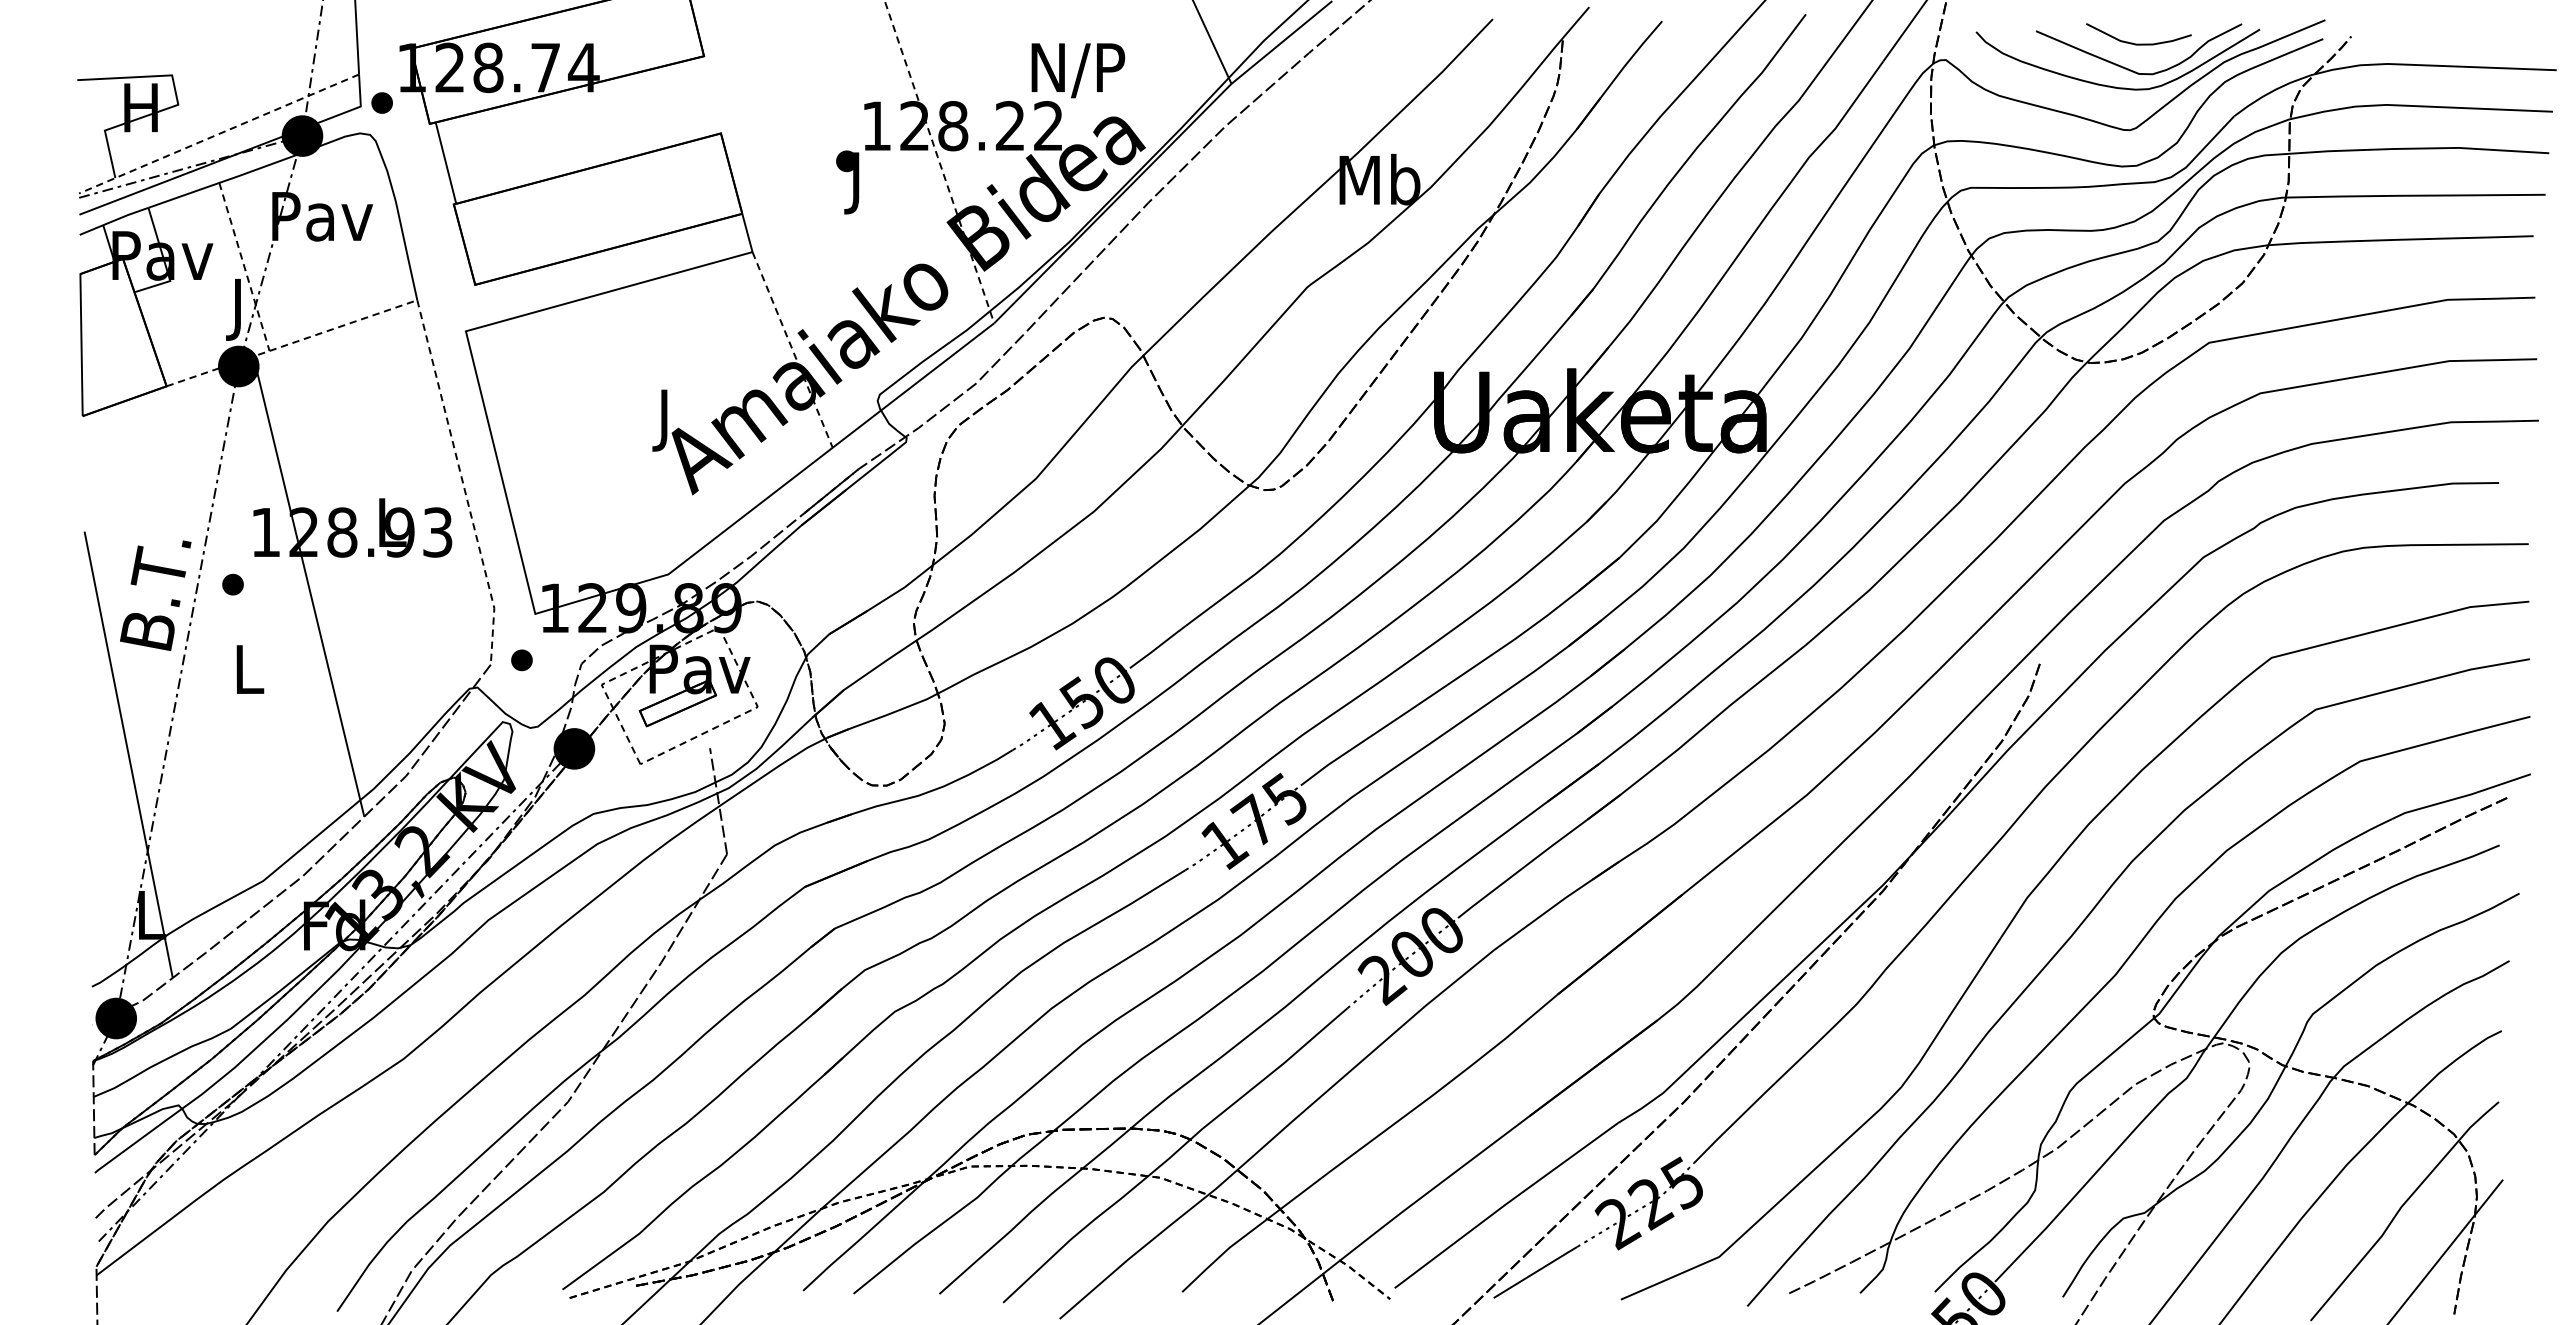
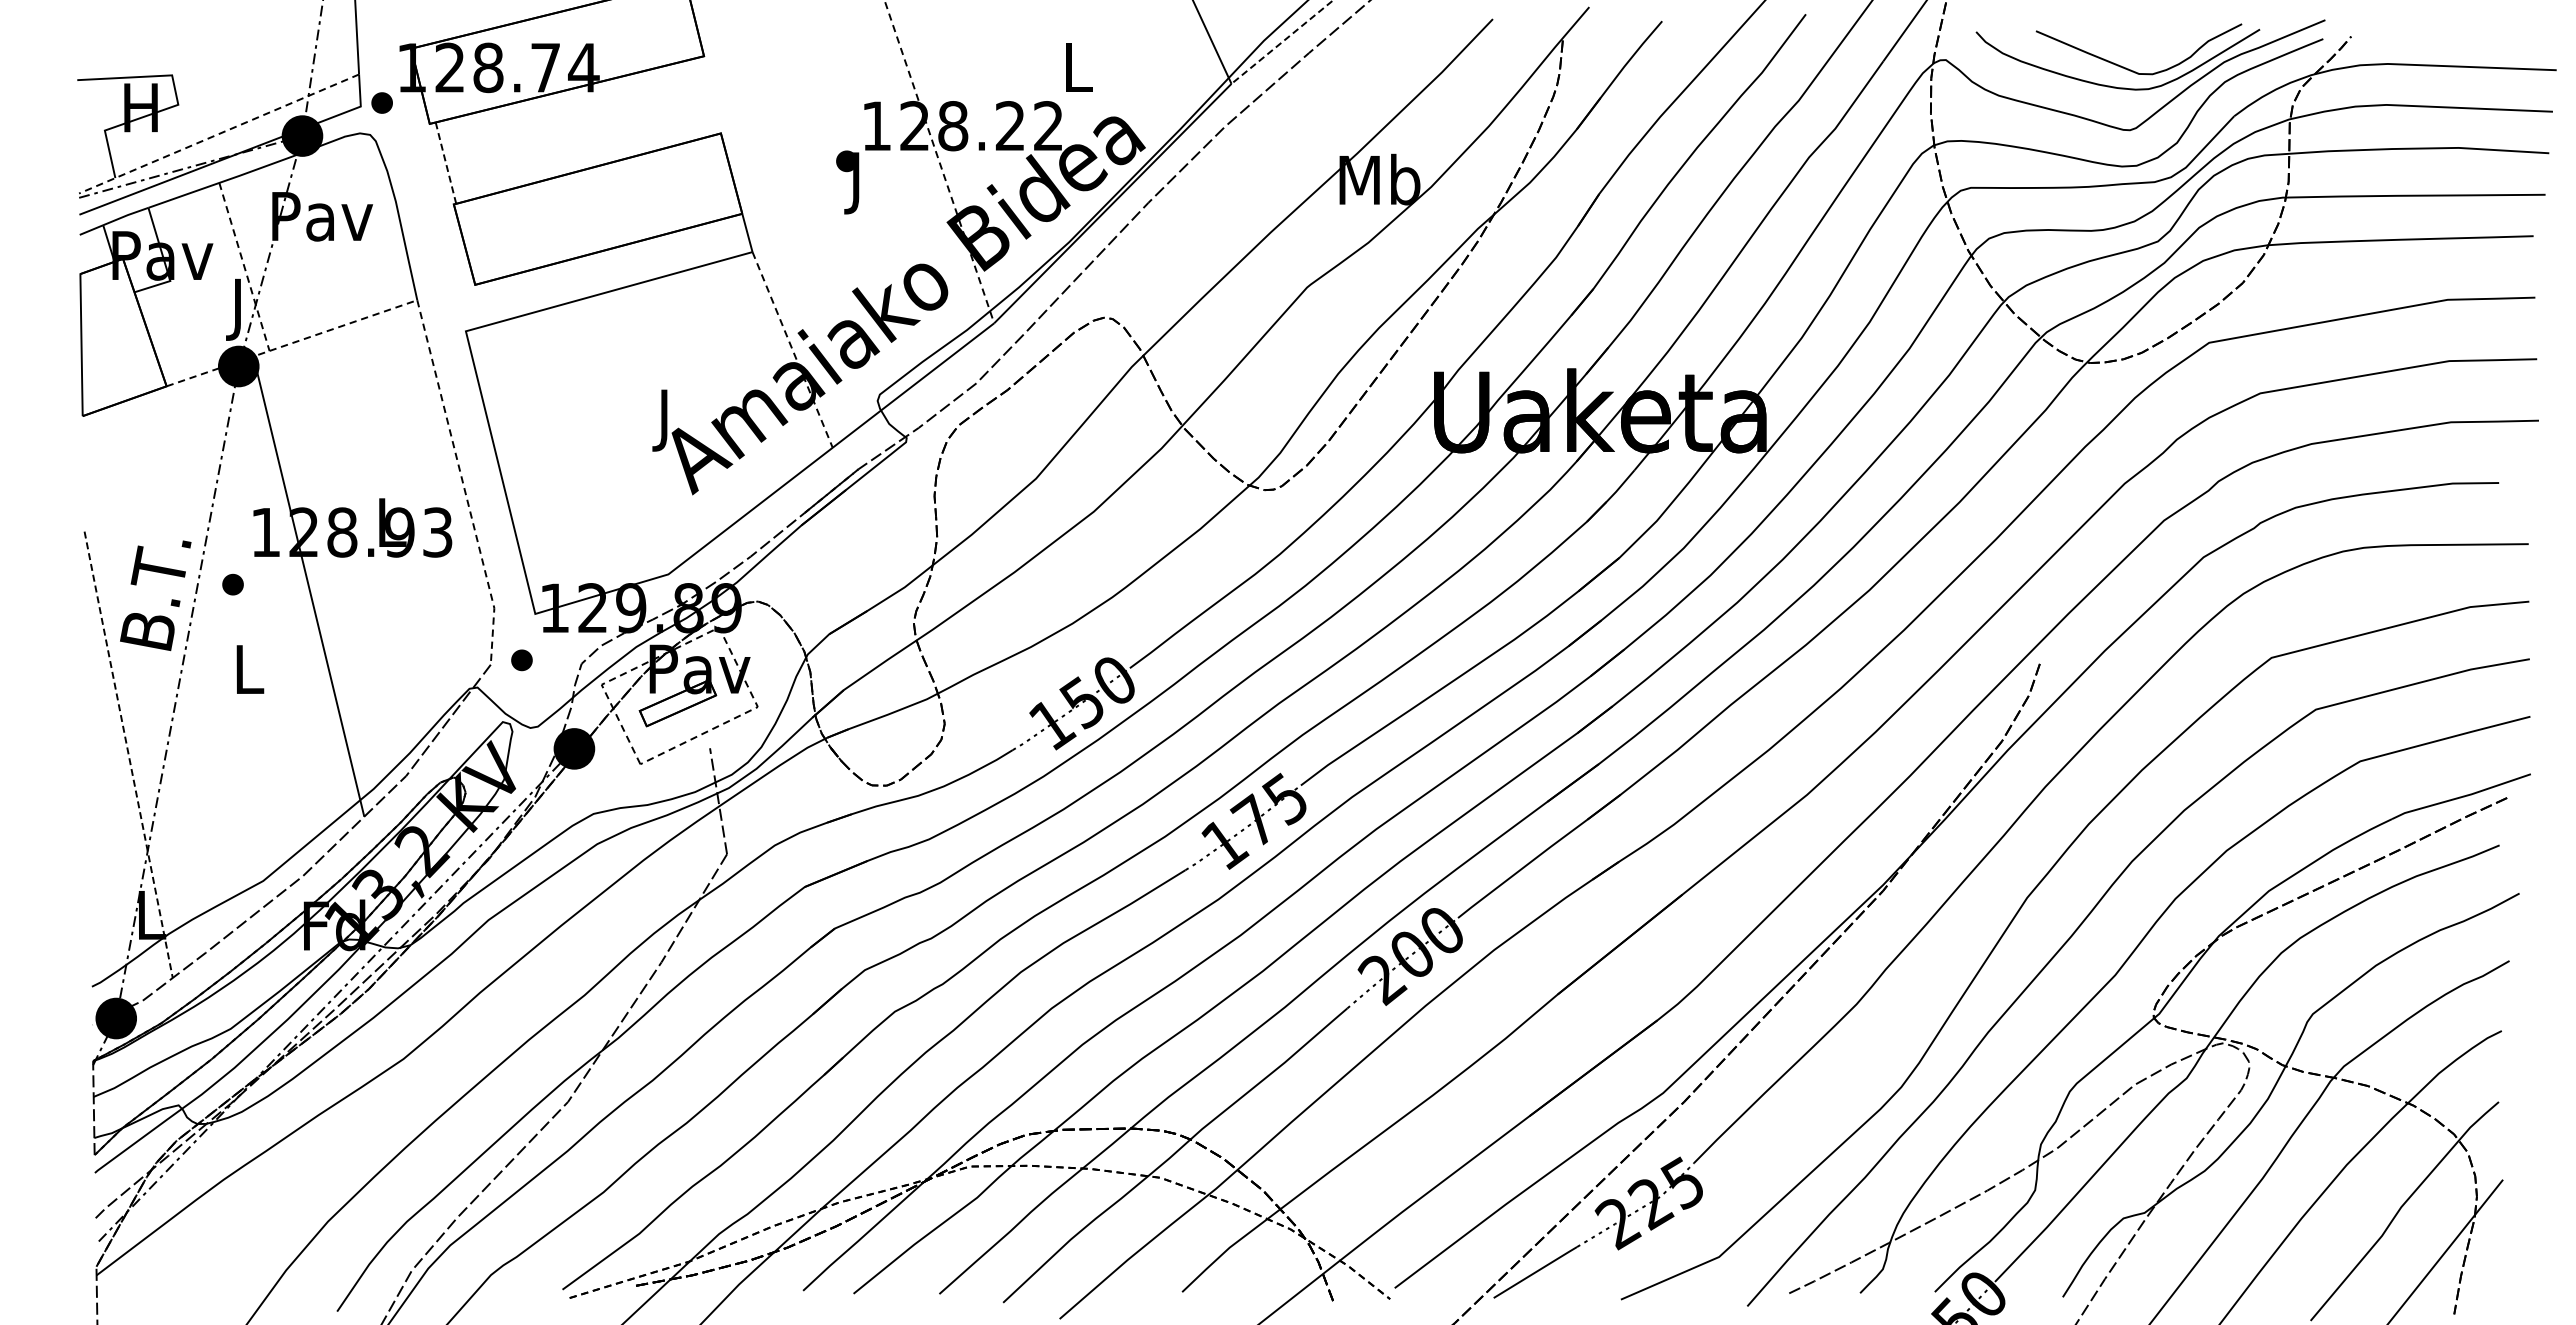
line at (1281, 42): solid -> dashed
curve at (2138, 43): present -> none
text at (1078, 70): N/P -> L
line at (445, 163): solid -> dashed
line at (128, 754): solid -> dashed
